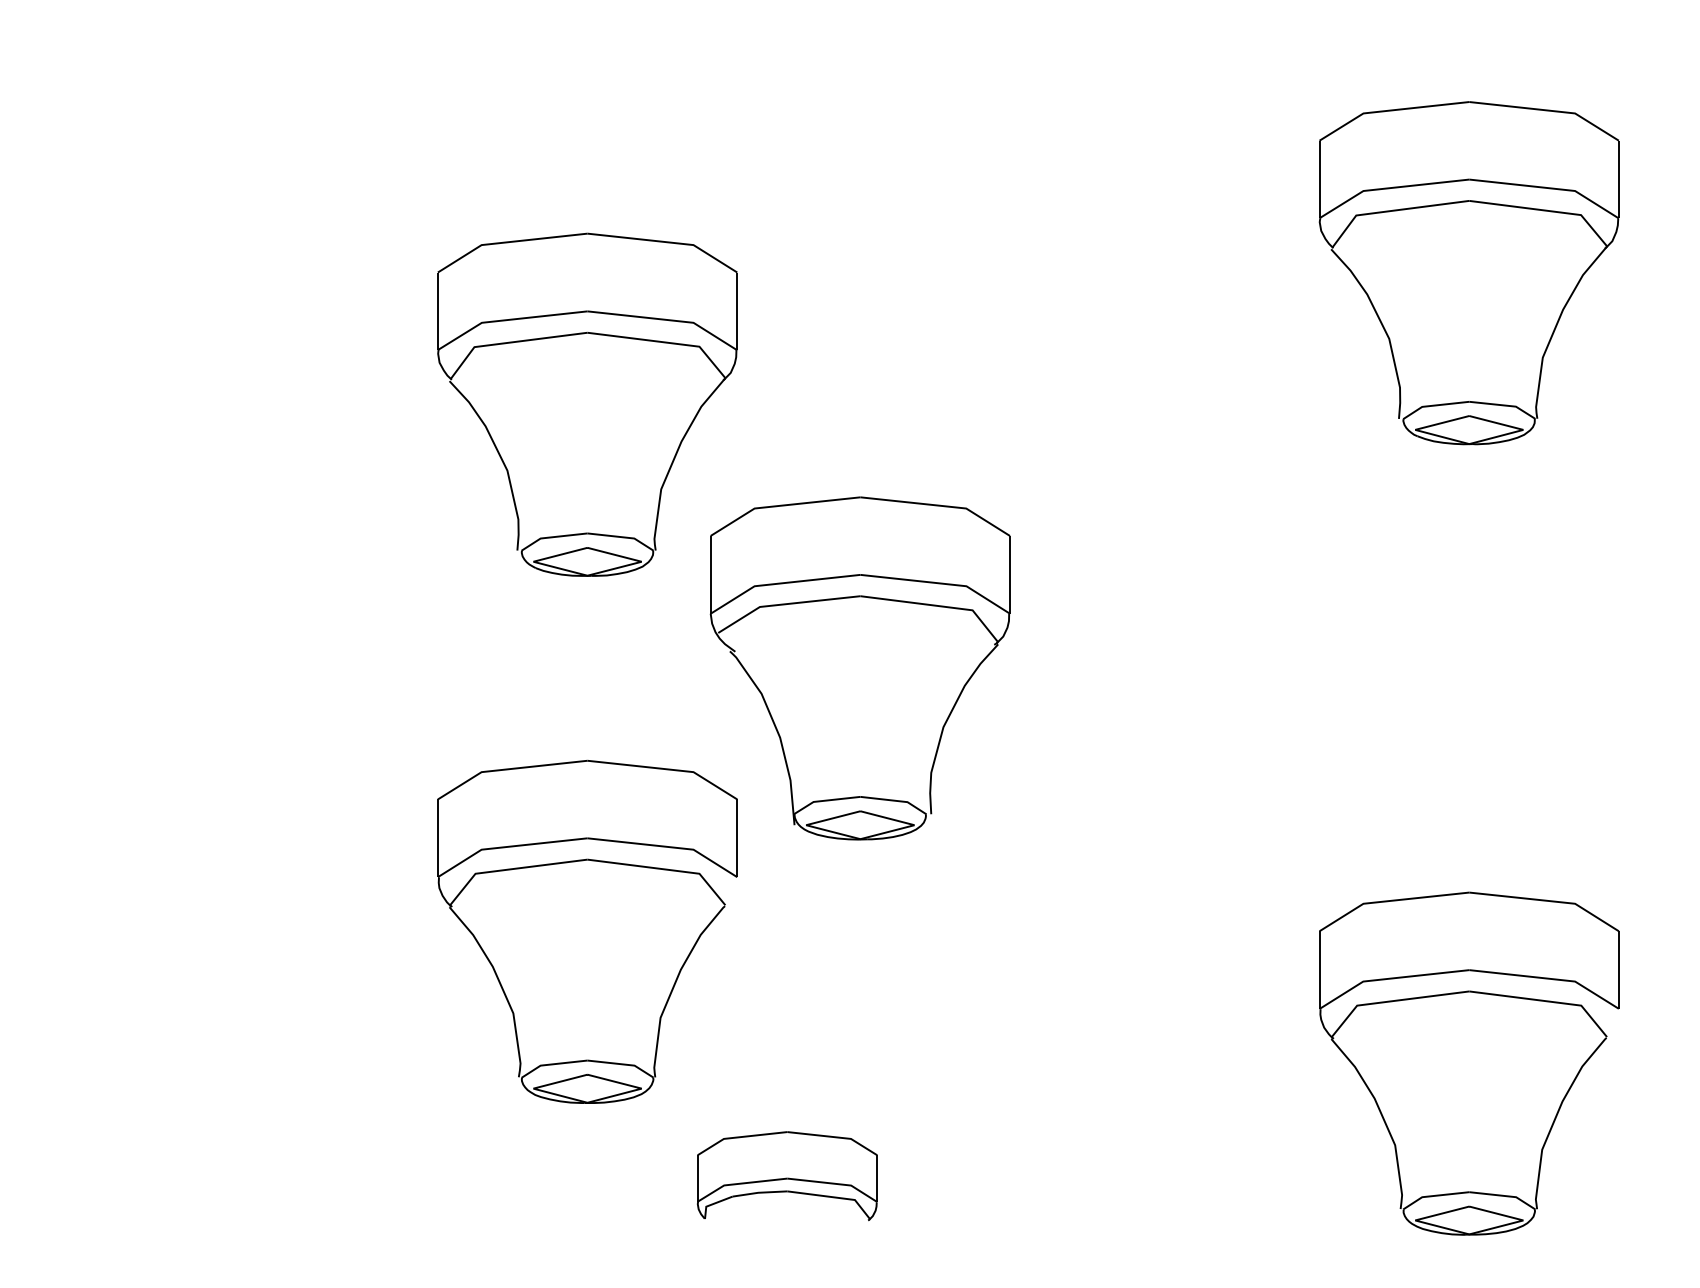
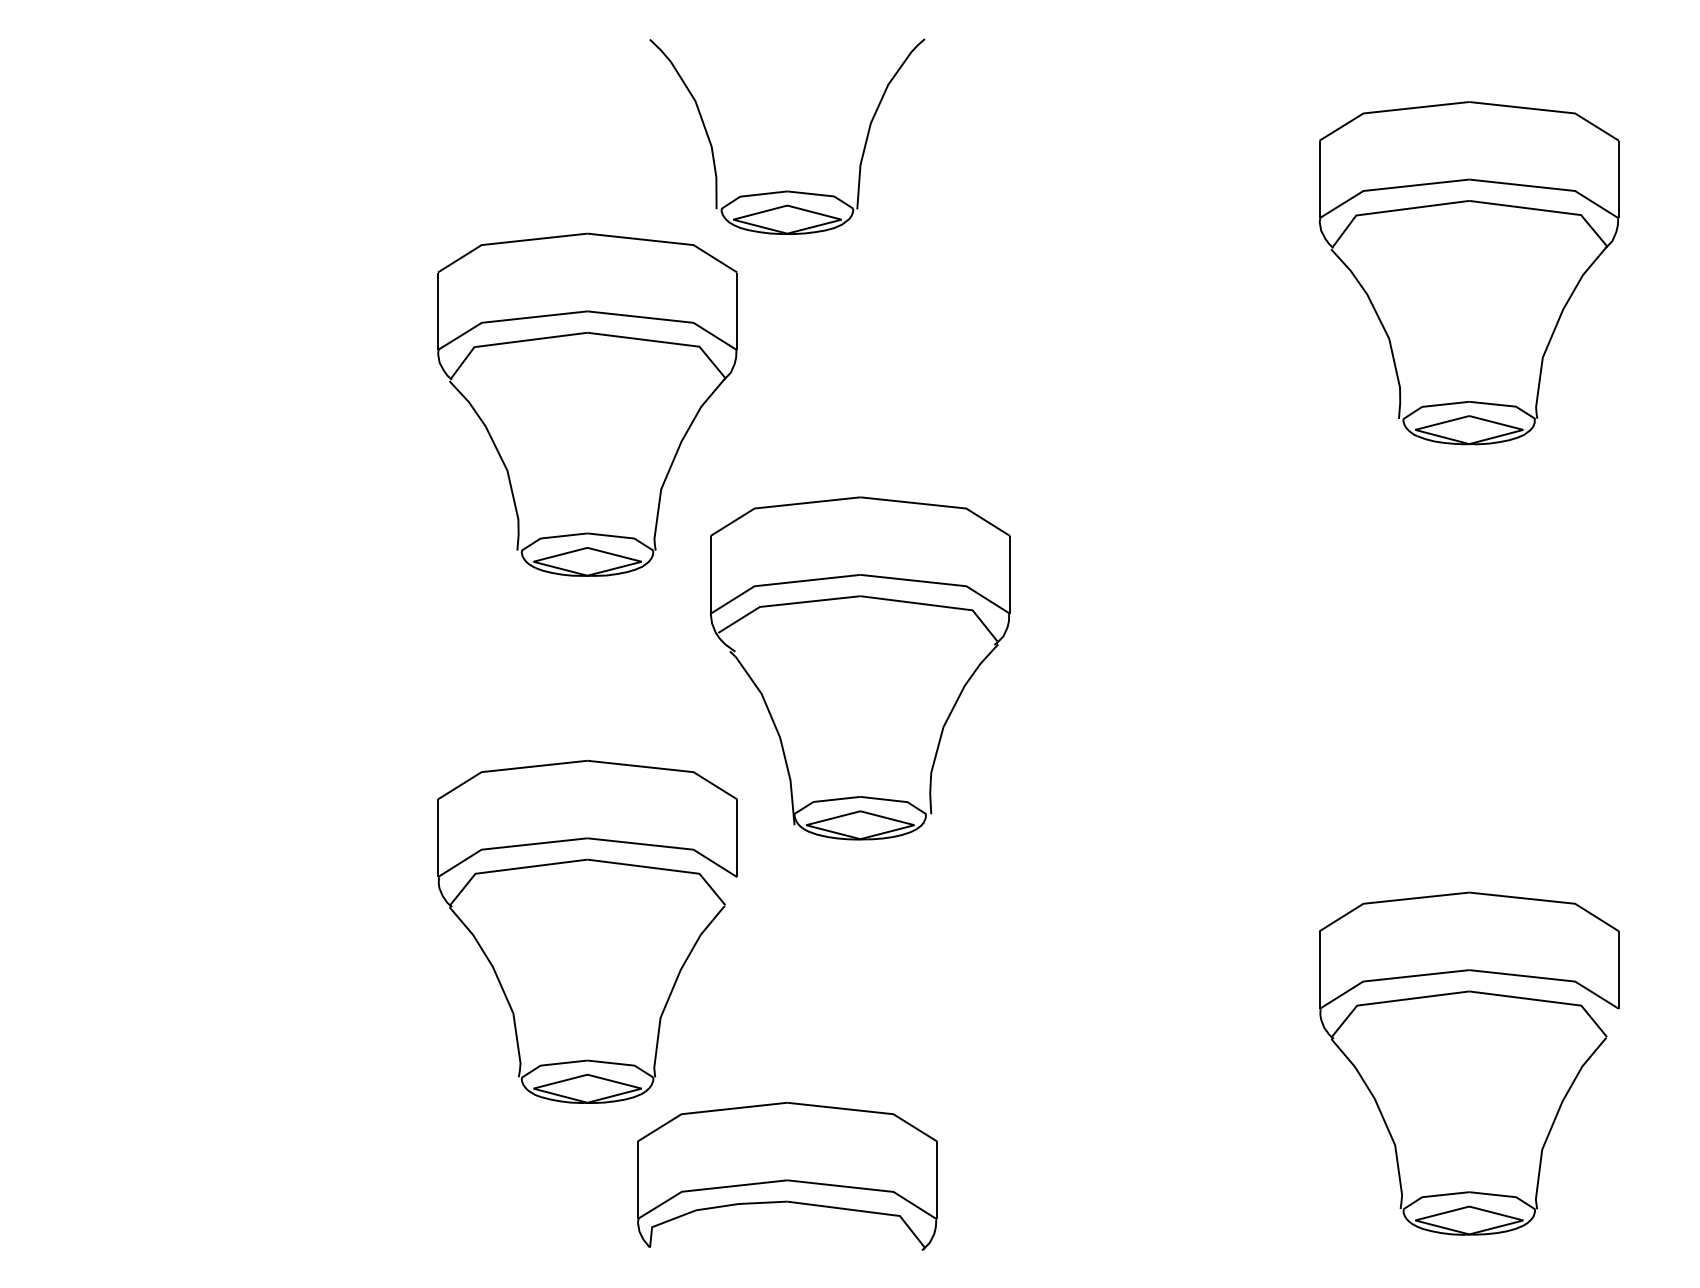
part at (787, 190): none -> present
part at (787, 1176) size: 181x91 px -> 301x150 px
